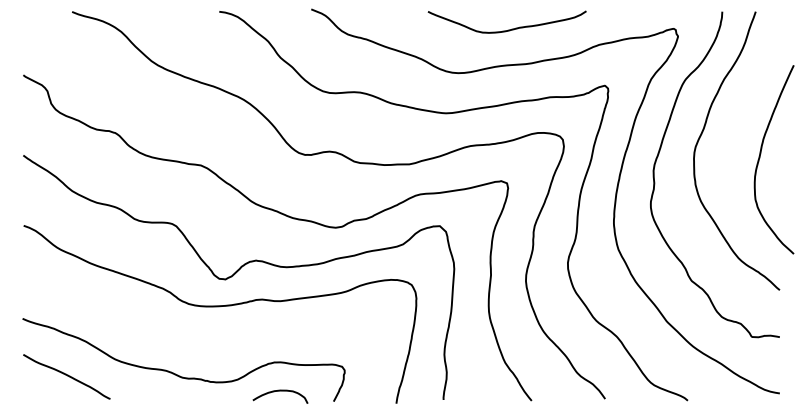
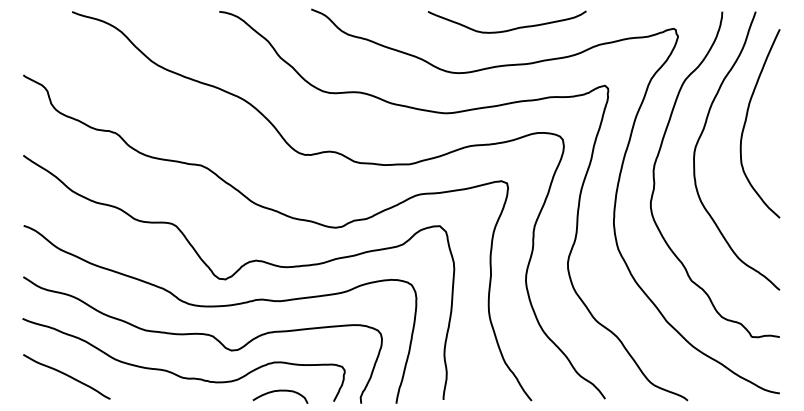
curve at (760, 158) position: (760, 158) -> (746, 122)
curve at (204, 335): none -> present
